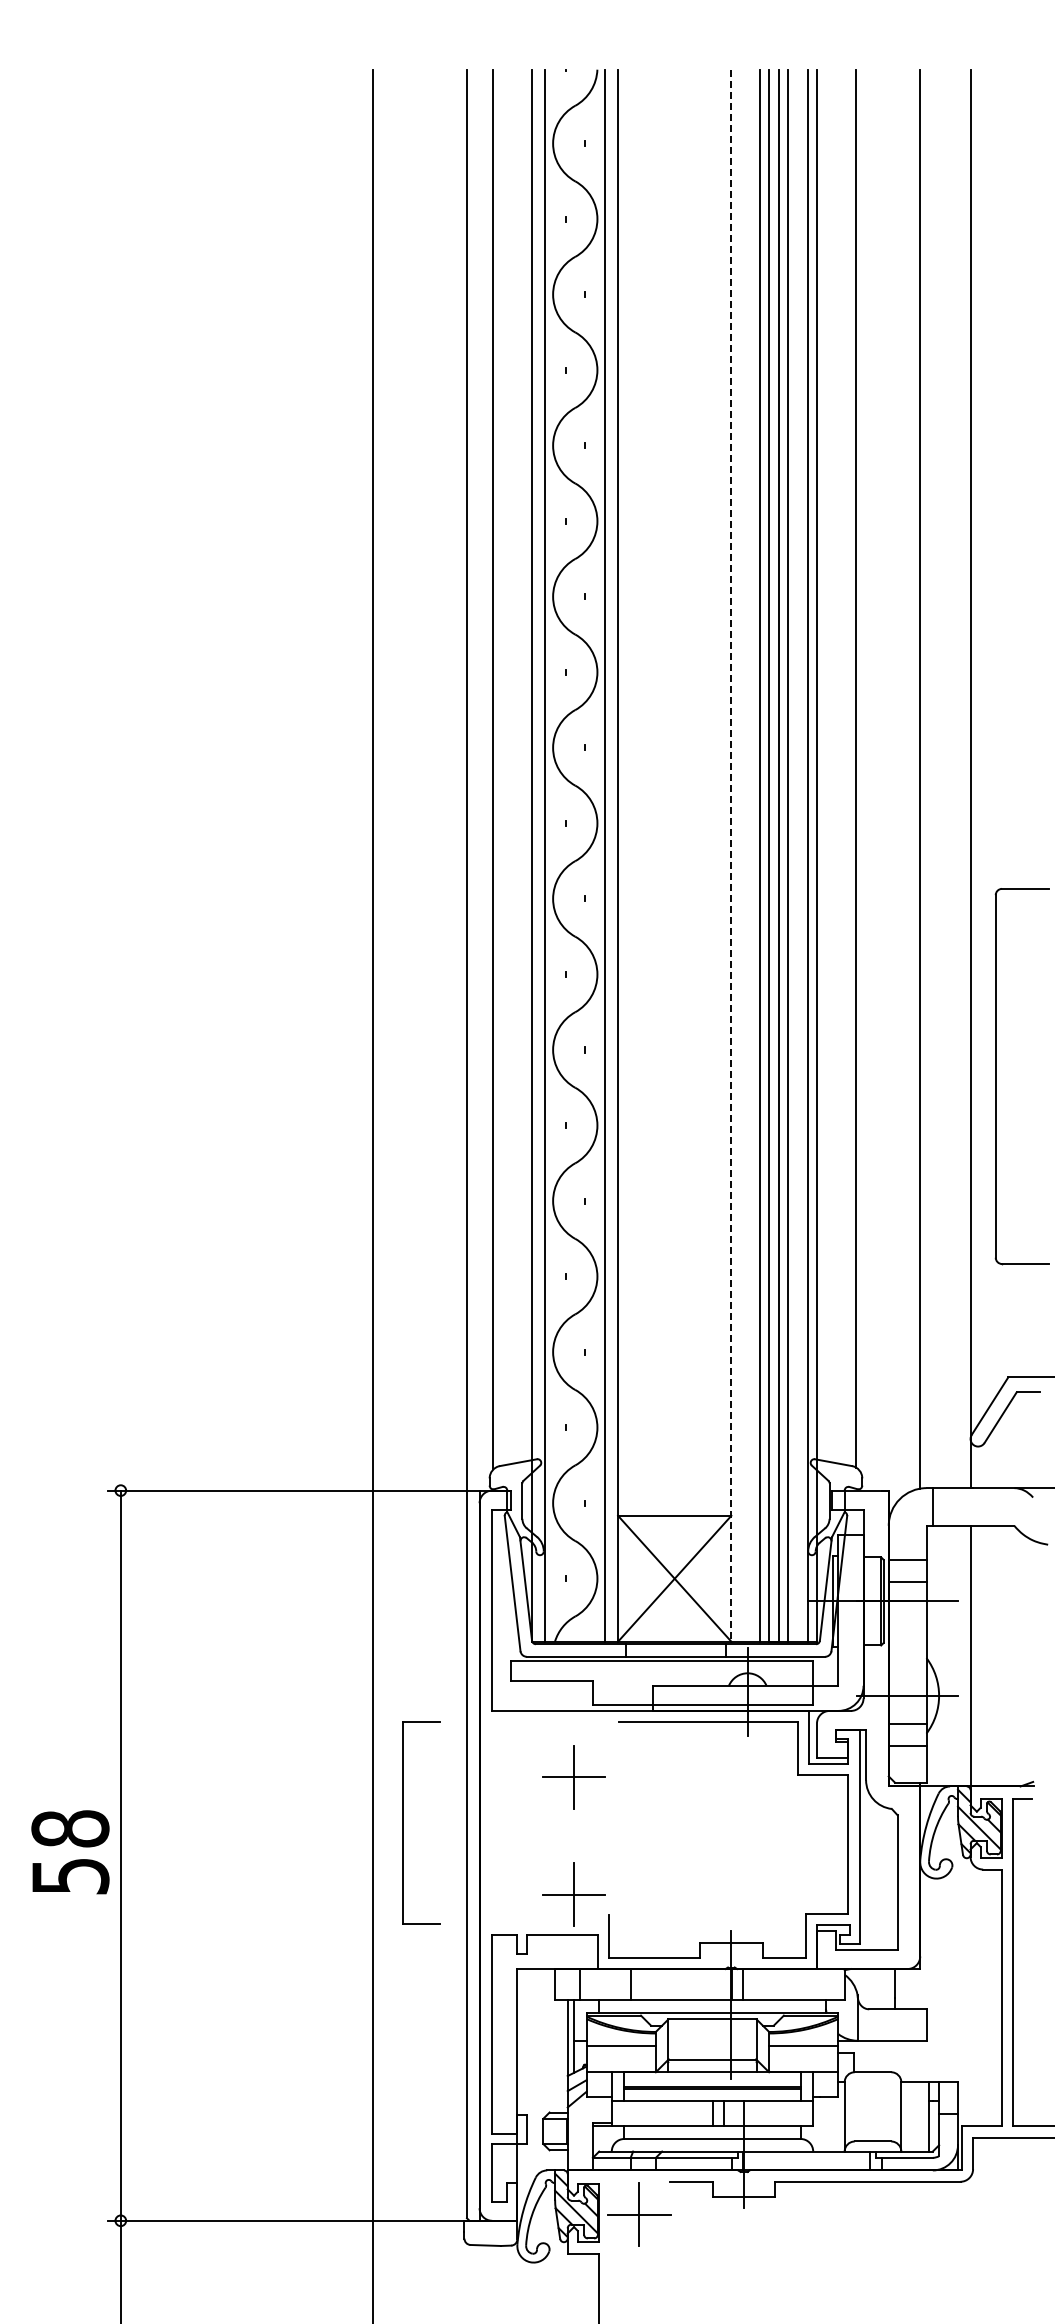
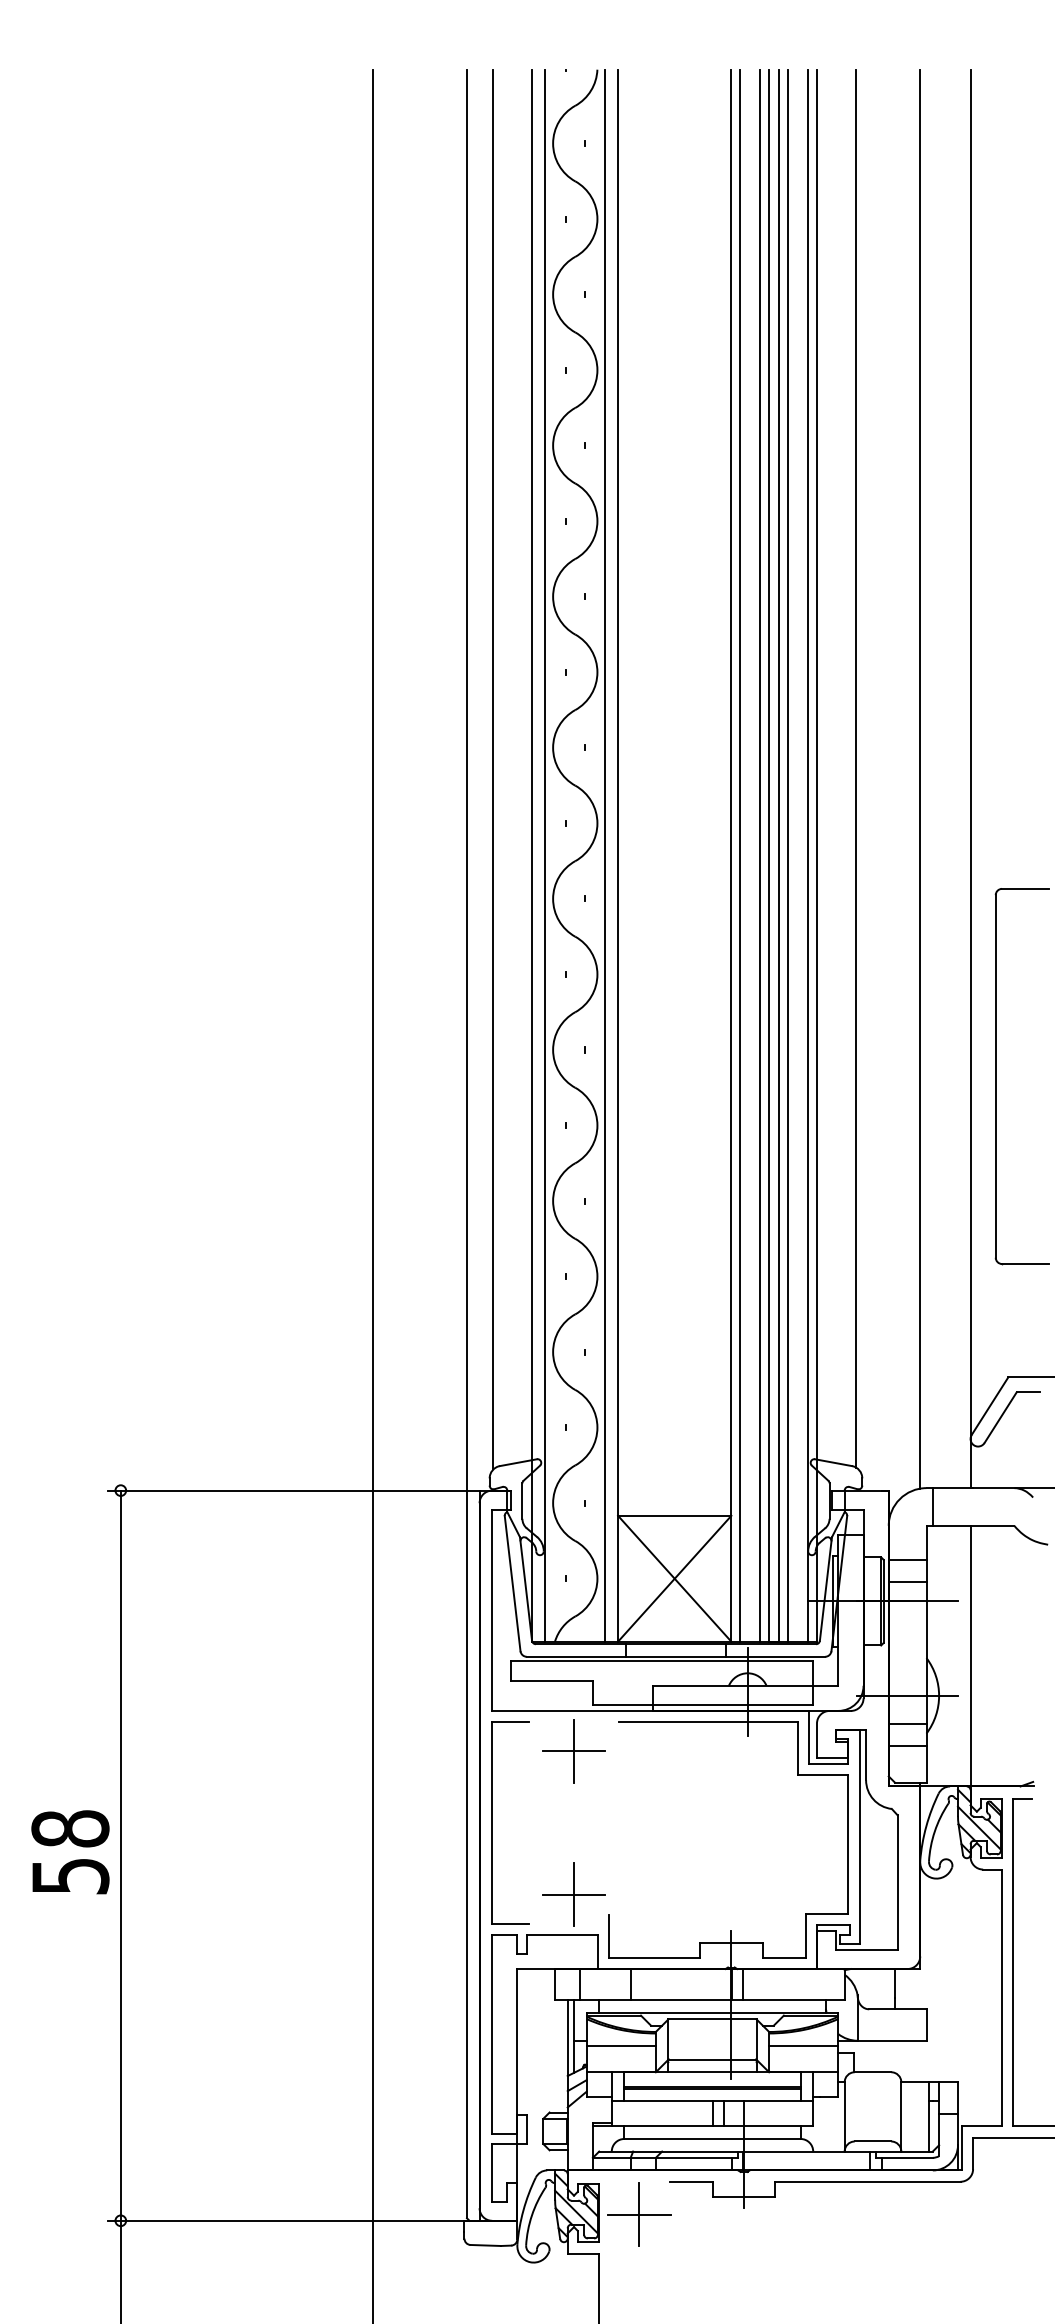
line at (740, 855): none -> present
line at (731, 856): dashed -> solid
part at (573, 1777) position: (573, 1777) -> (573, 1751)
part at (403, 1822) position: (403, 1822) -> (492, 1822)
